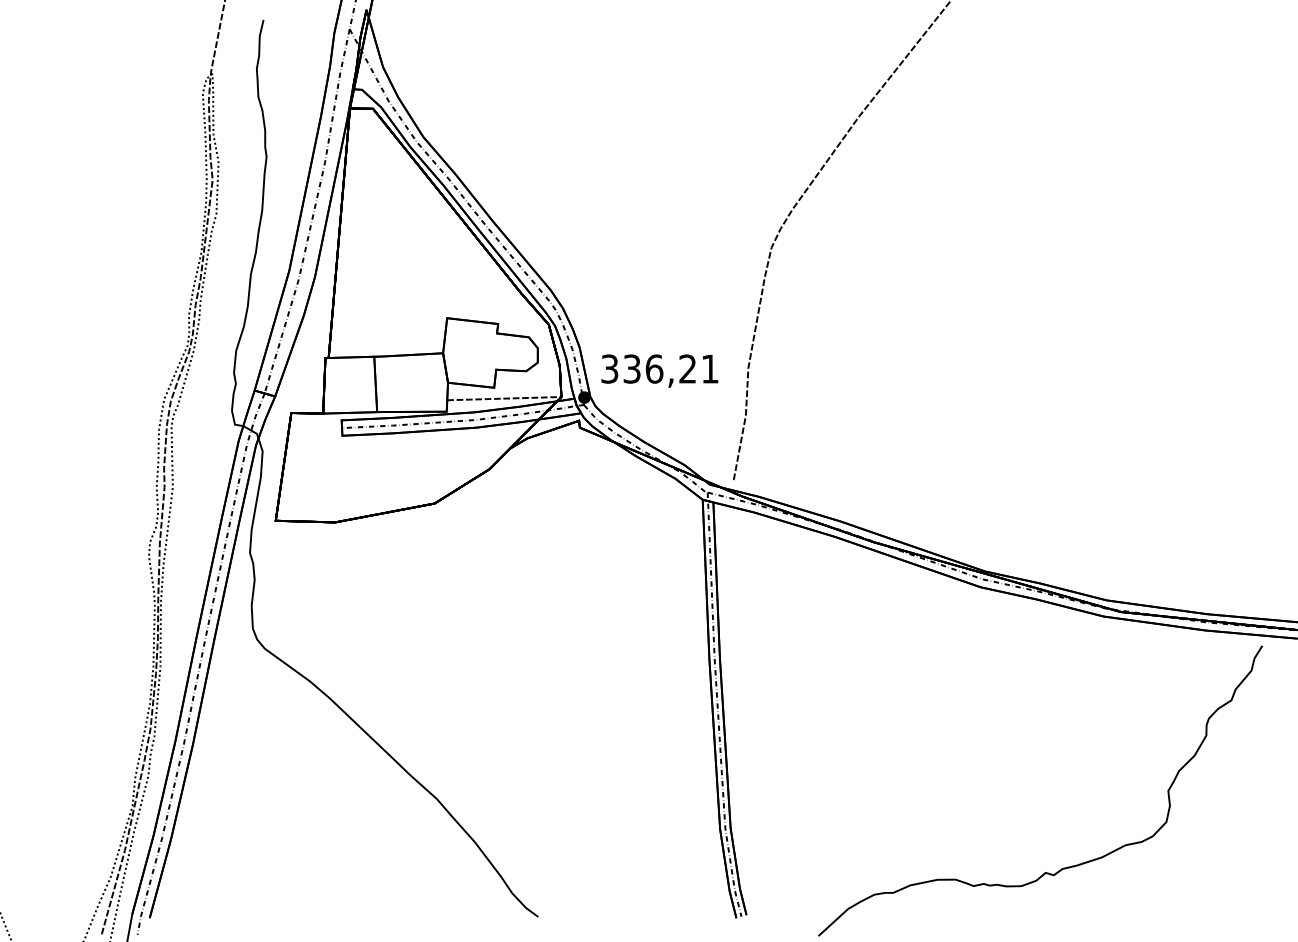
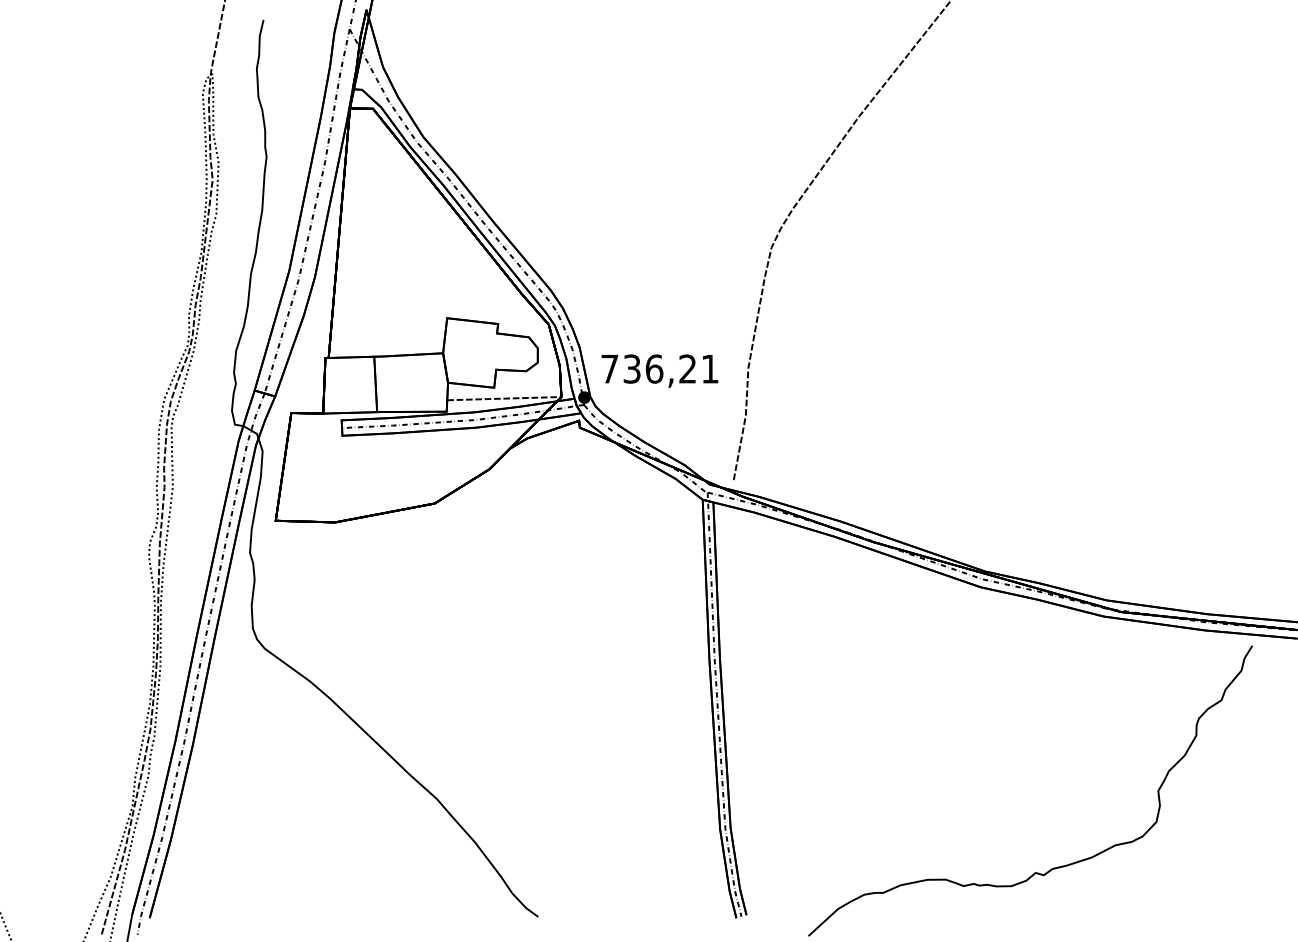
text at (609, 368): 336,21 -> 736,21
curve at (1063, 867) position: (1063, 867) -> (1053, 867)
